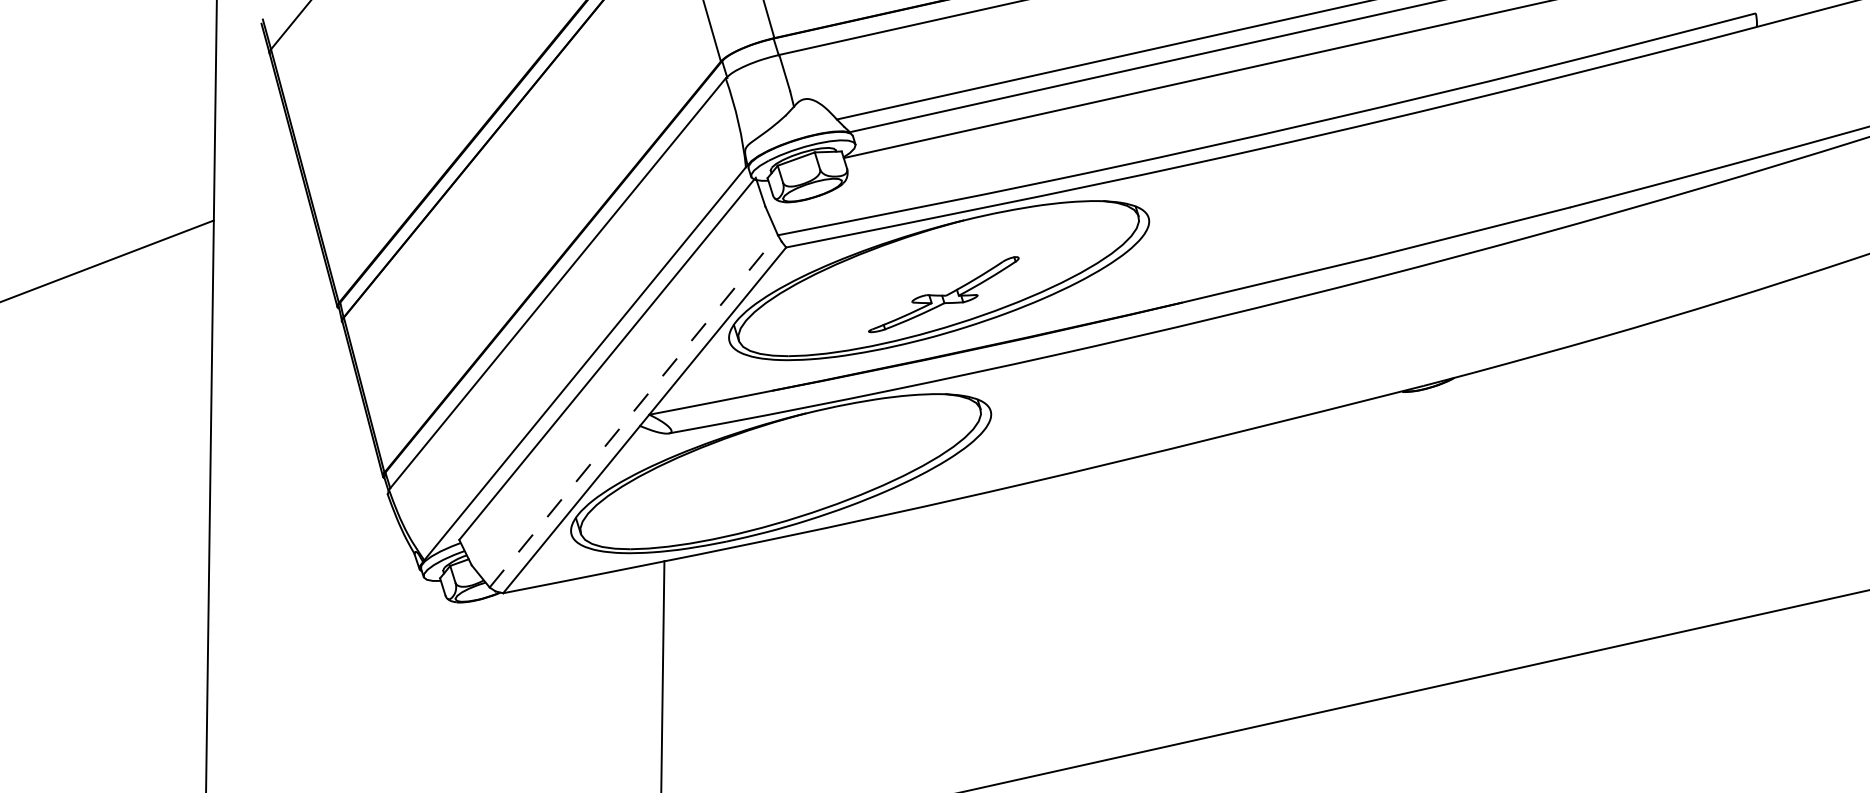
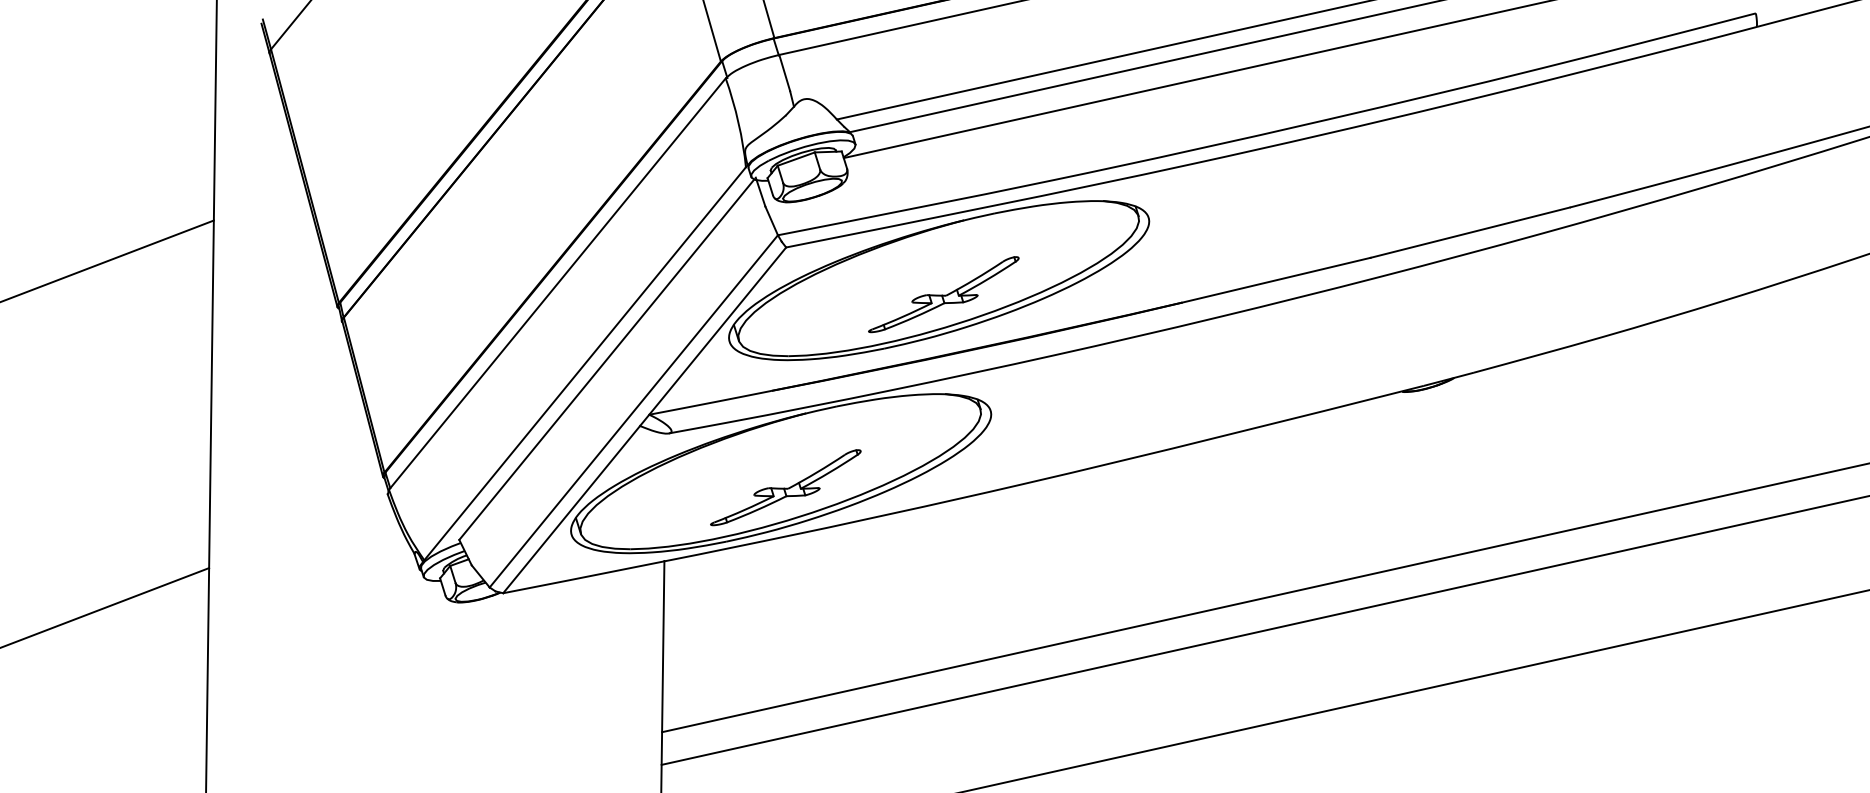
line at (633, 411): dashed -> solid
part at (785, 487): none -> present
line at (1264, 598): none -> present
line at (105, 607): none -> present
line at (1263, 630): none -> present
